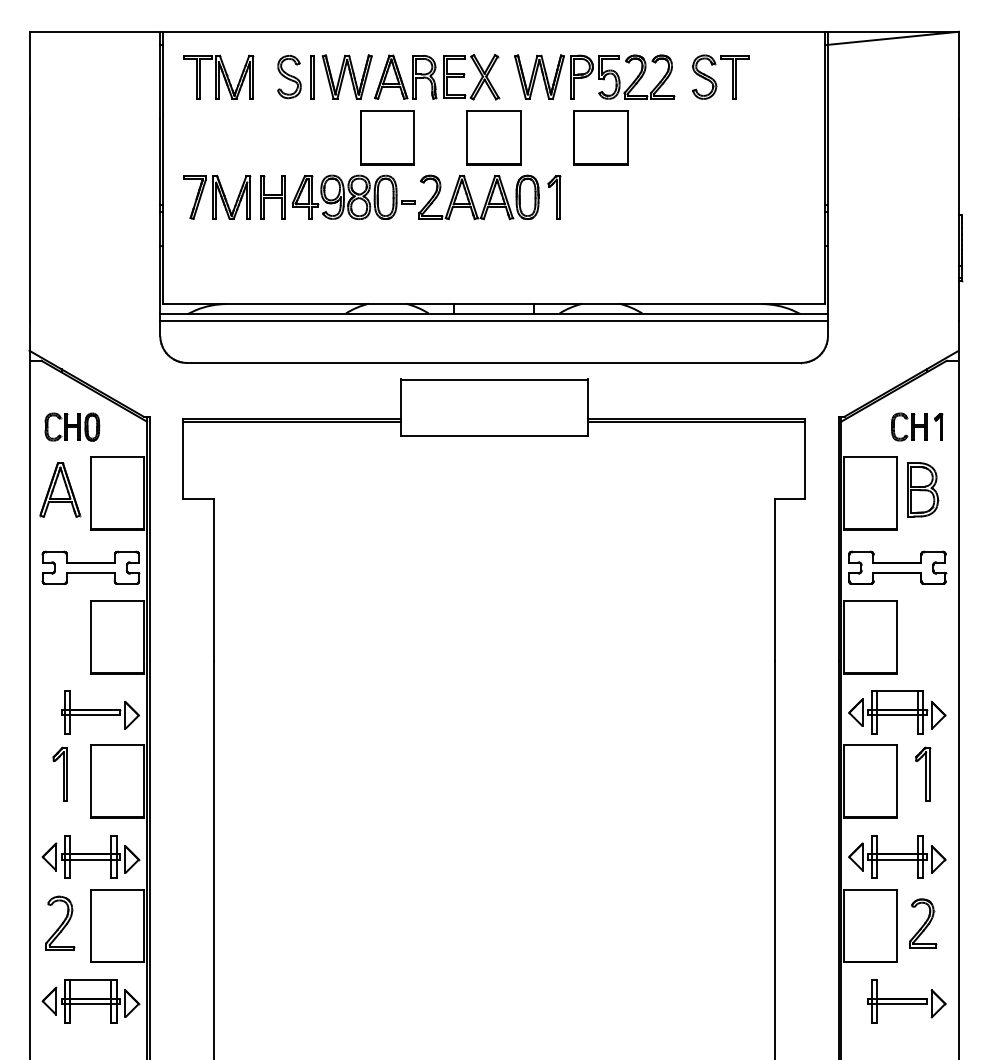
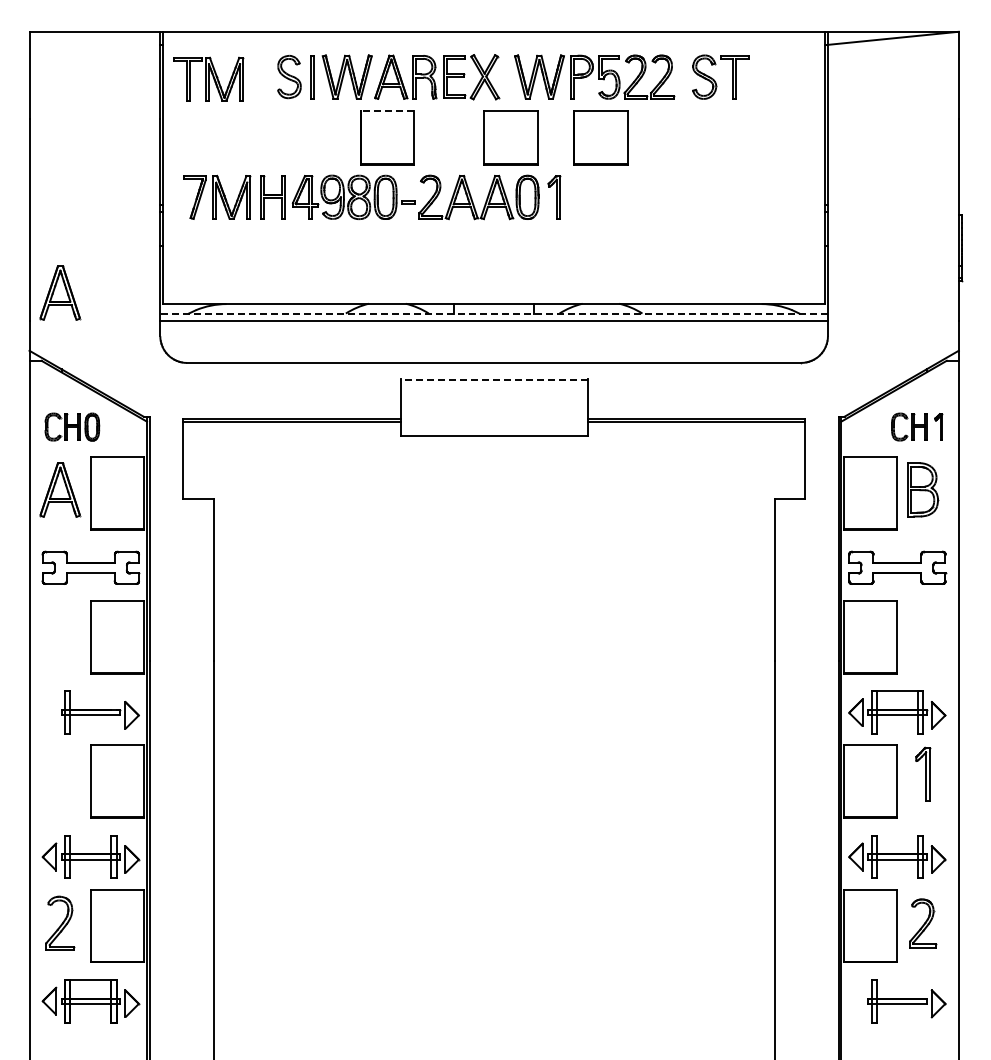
part at (218, 76) position: (218, 76) -> (208, 78)
line at (387, 110): solid -> dashed
part at (493, 137) position: (493, 137) -> (510, 137)
part at (60, 292): none -> present
line at (494, 313): solid -> dashed
line at (493, 379): solid -> dashed
part at (59, 773): present -> none
